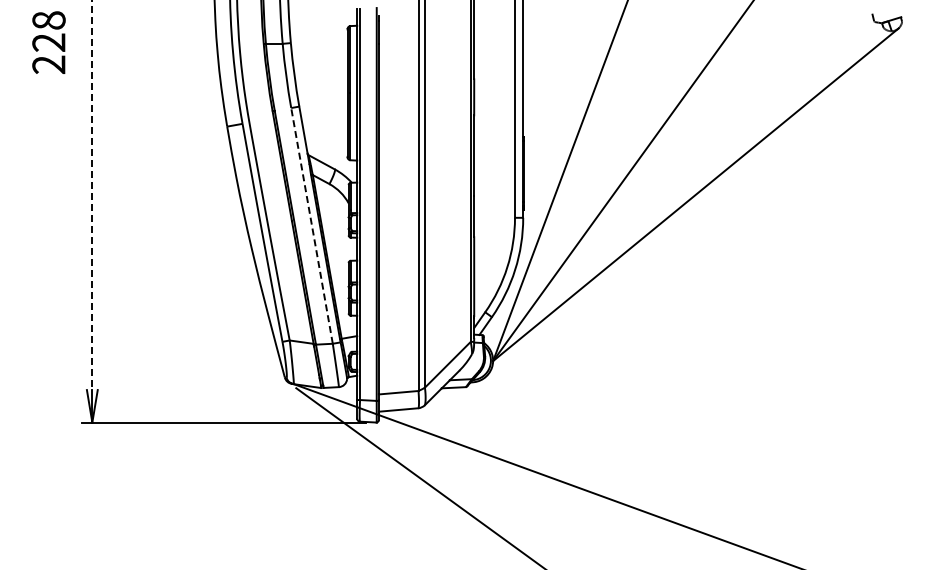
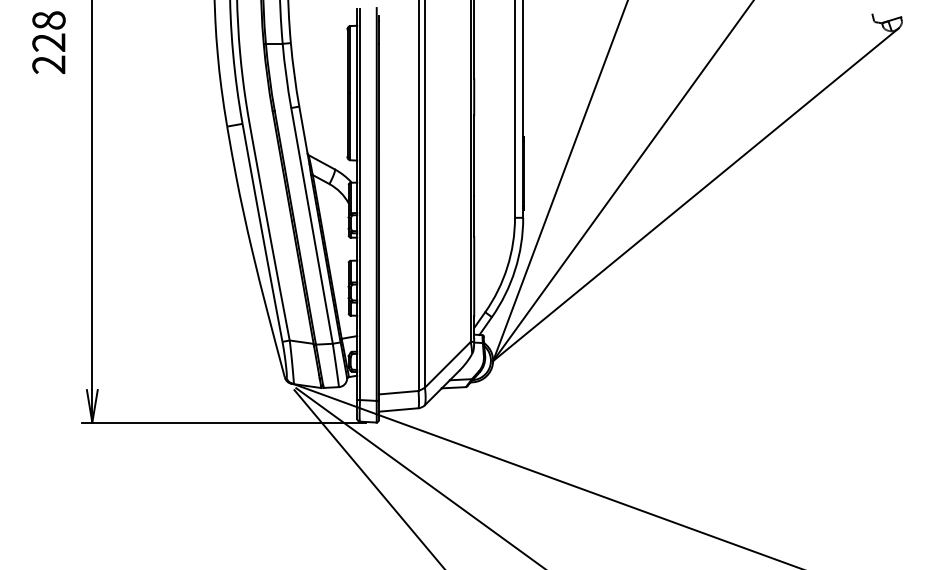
line at (92, 195): dashed -> solid
line at (312, 225): dashed -> solid
line at (368, 478): none -> present
